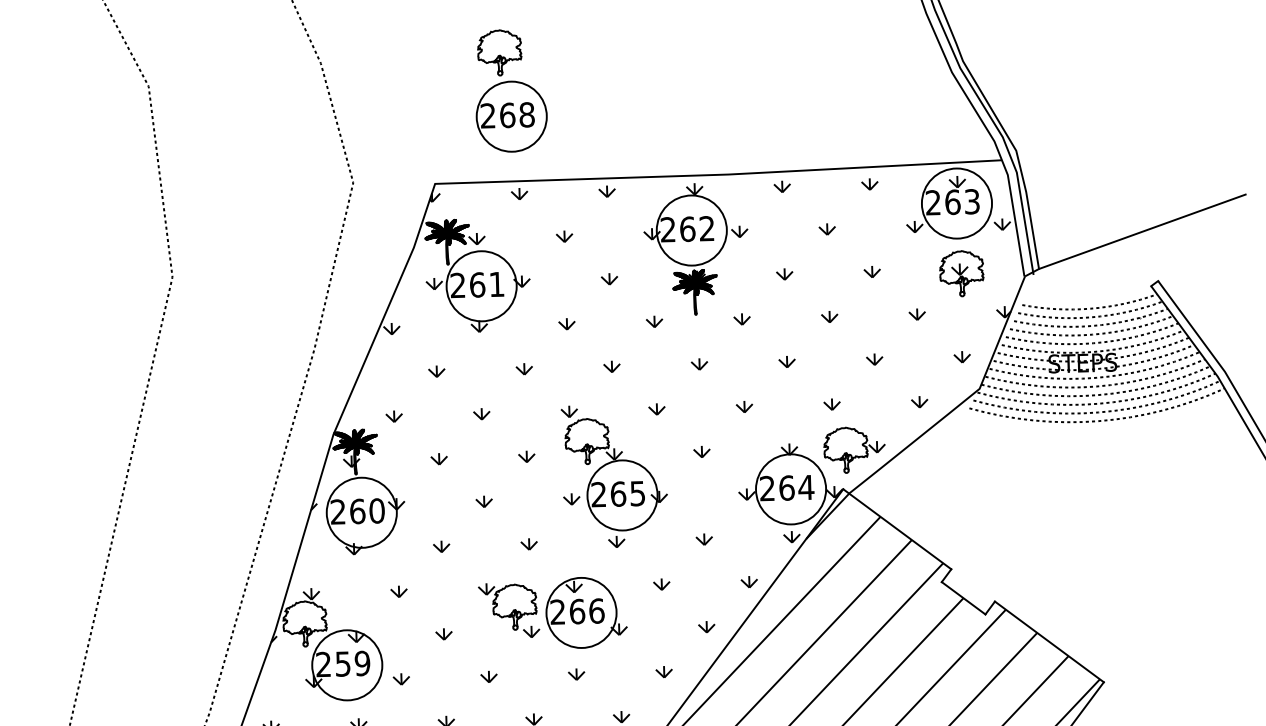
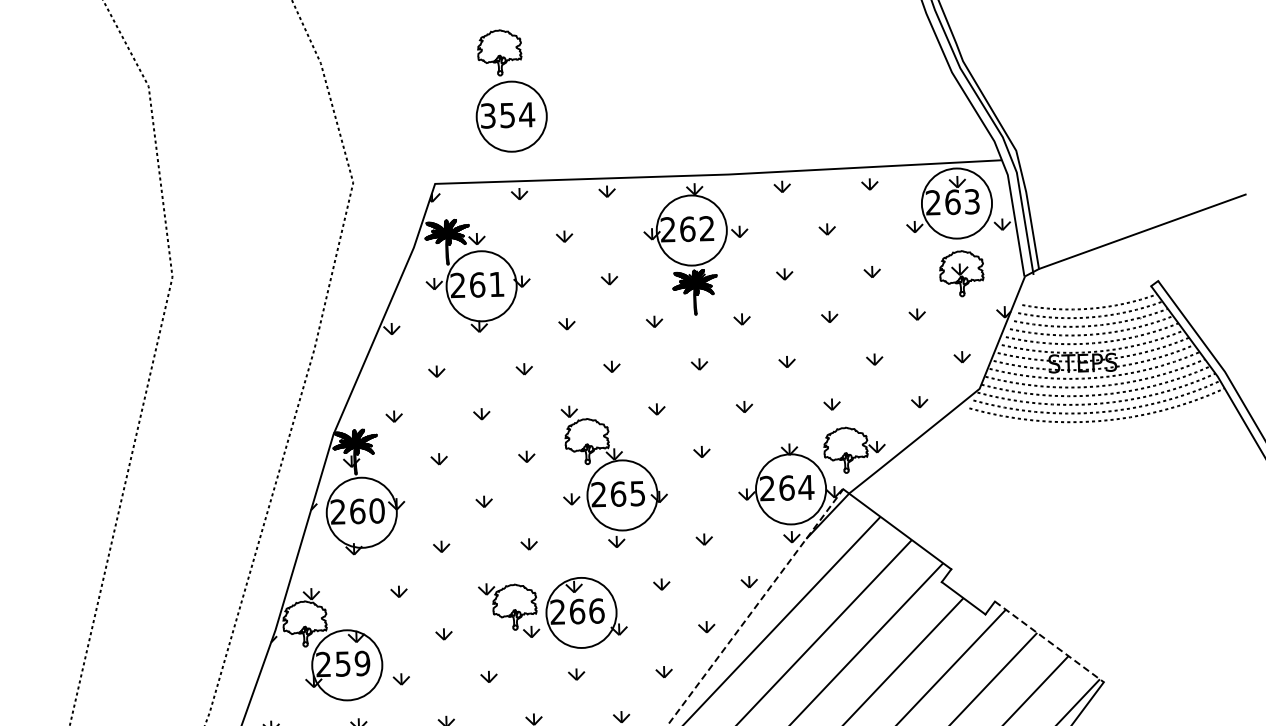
text at (507, 115): 268 -> 354
line at (755, 606): solid -> dashed
line at (1049, 641): solid -> dashed
